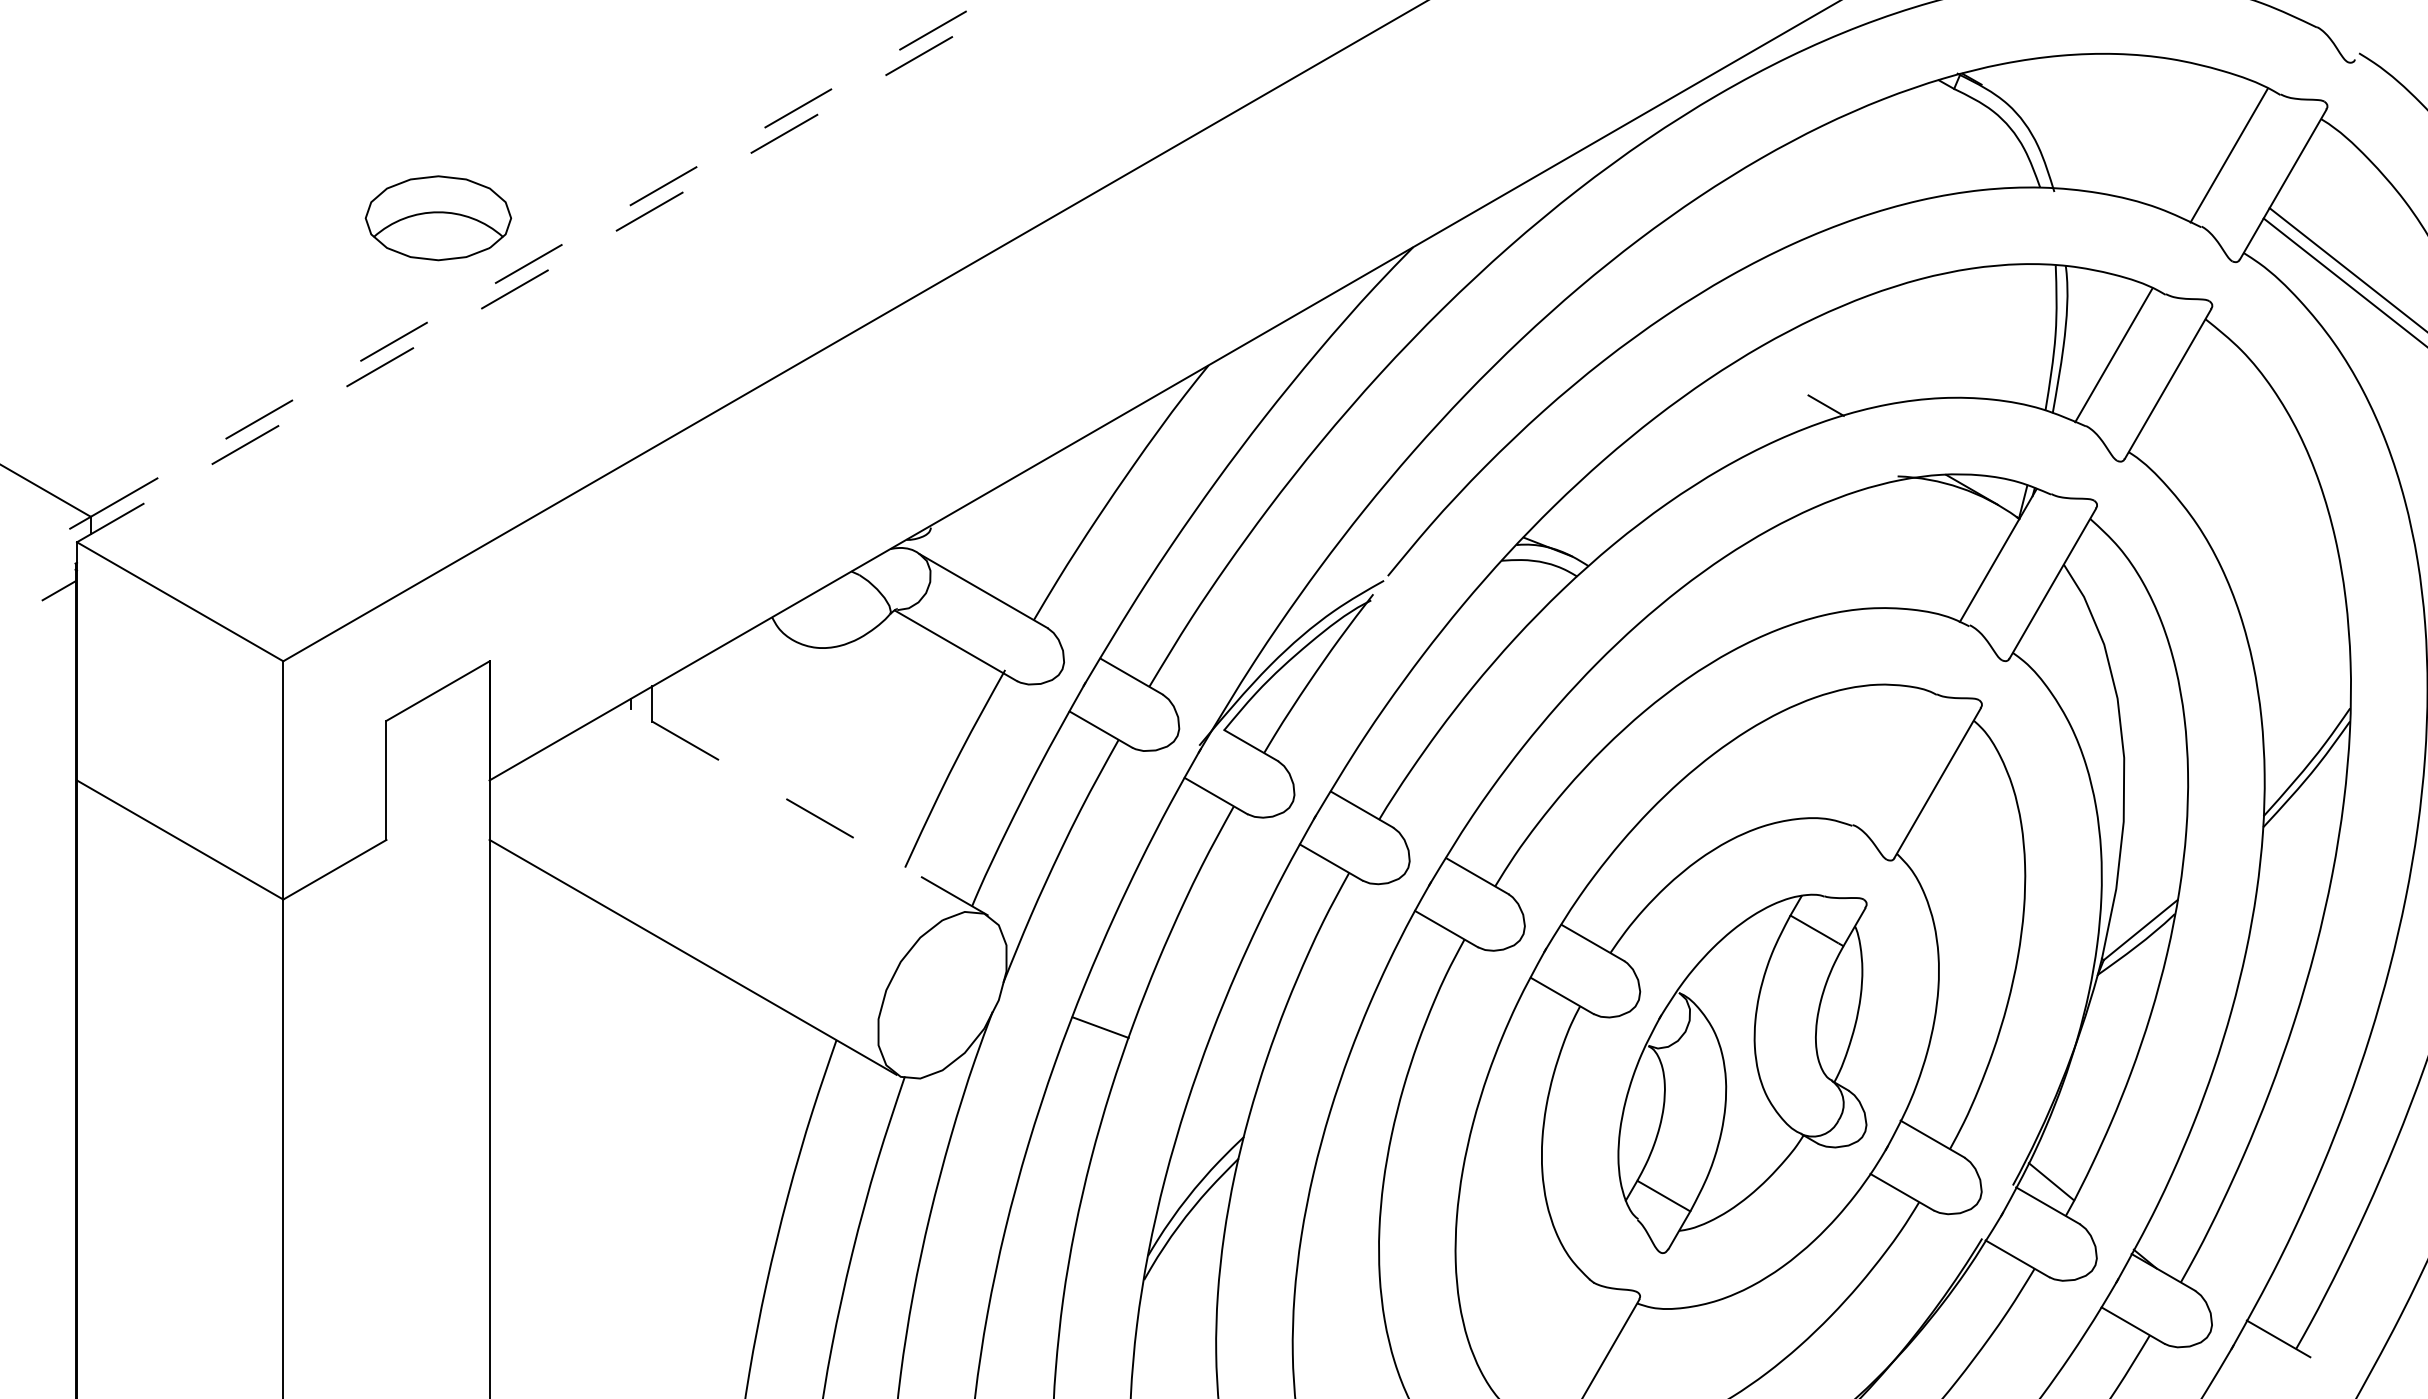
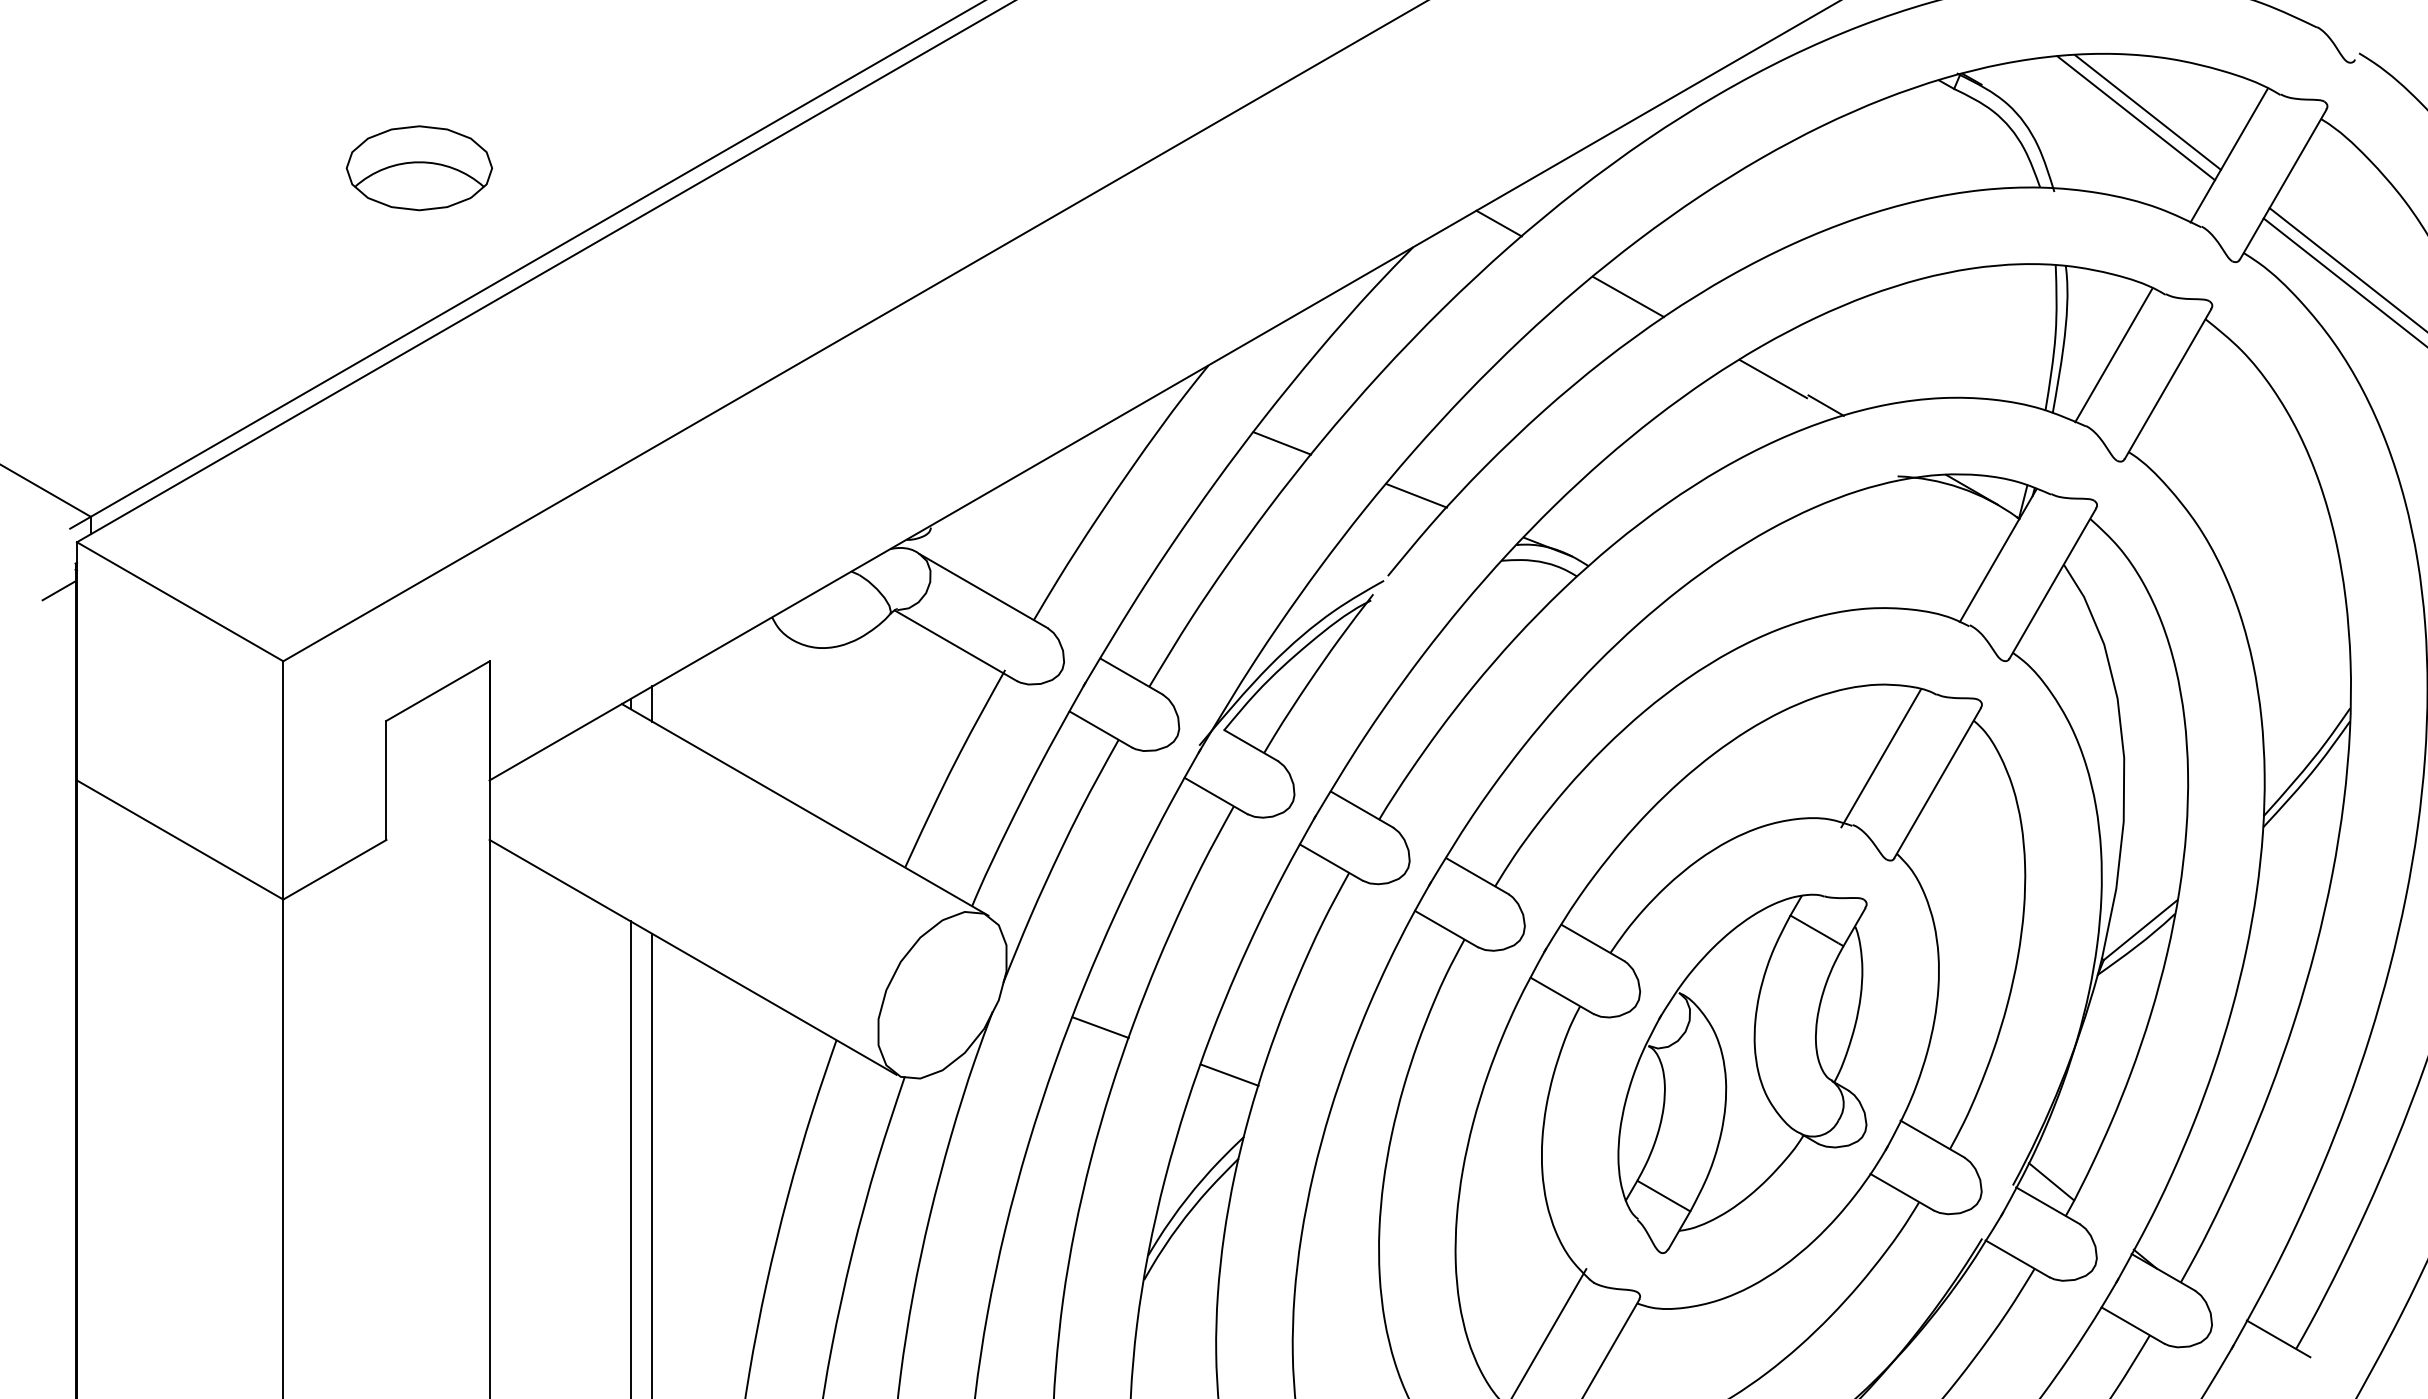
line at (2147, 112): none -> present
line at (2135, 118): none -> present
part at (438, 218) position: (438, 218) -> (419, 168)
line at (1498, 223): none -> present
line at (538, 258): dashed -> solid
line at (546, 271): dashed -> solid
line at (1627, 296): none -> present
line at (1773, 378): none -> present
line at (1282, 443): none -> present
line at (1416, 495): none -> present
line at (1880, 758): none -> present
line at (805, 809): dashed -> solid
line at (1229, 1074): none -> present
line at (630, 1158): none -> present
line at (652, 1164): none -> present
line at (1549, 1332): none -> present
